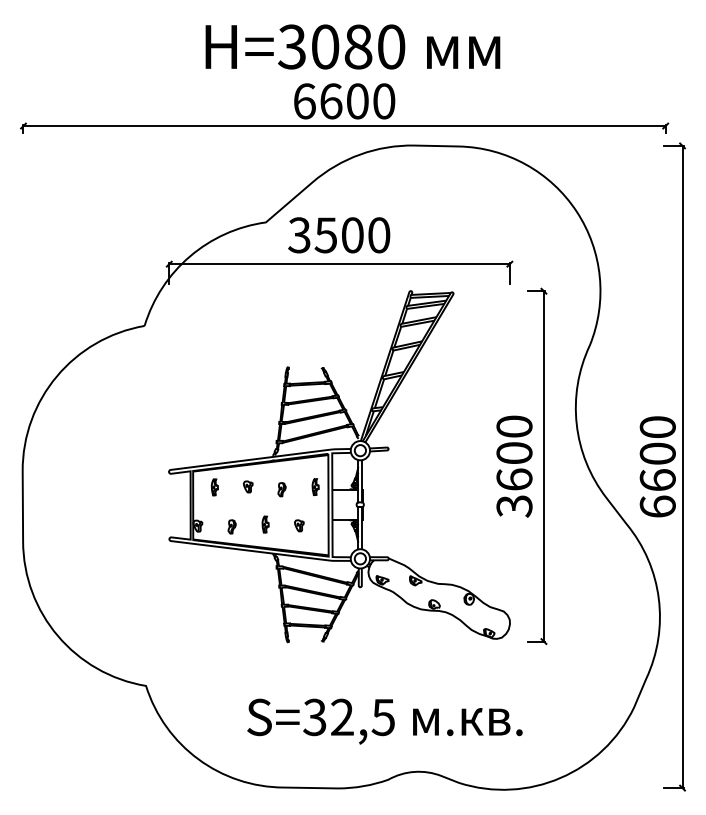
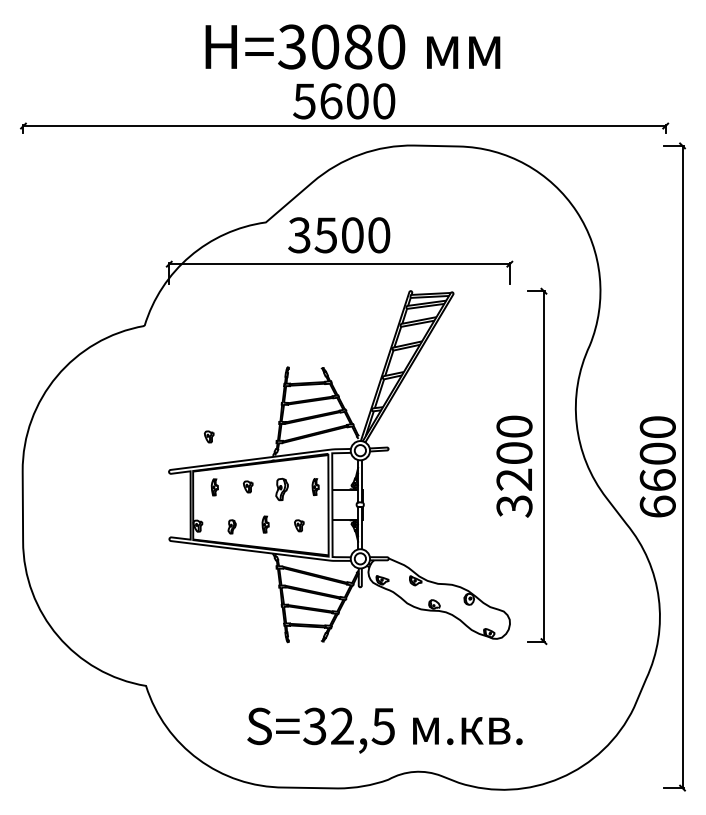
text at (304, 101): 6600 -> 5600
part at (208, 436): none -> present
text at (514, 479): 3600 -> 3200
part at (281, 489) size: 10x16 px -> 14x25 px
text at (384, 721) position: (384, 721) -> (384, 730)
